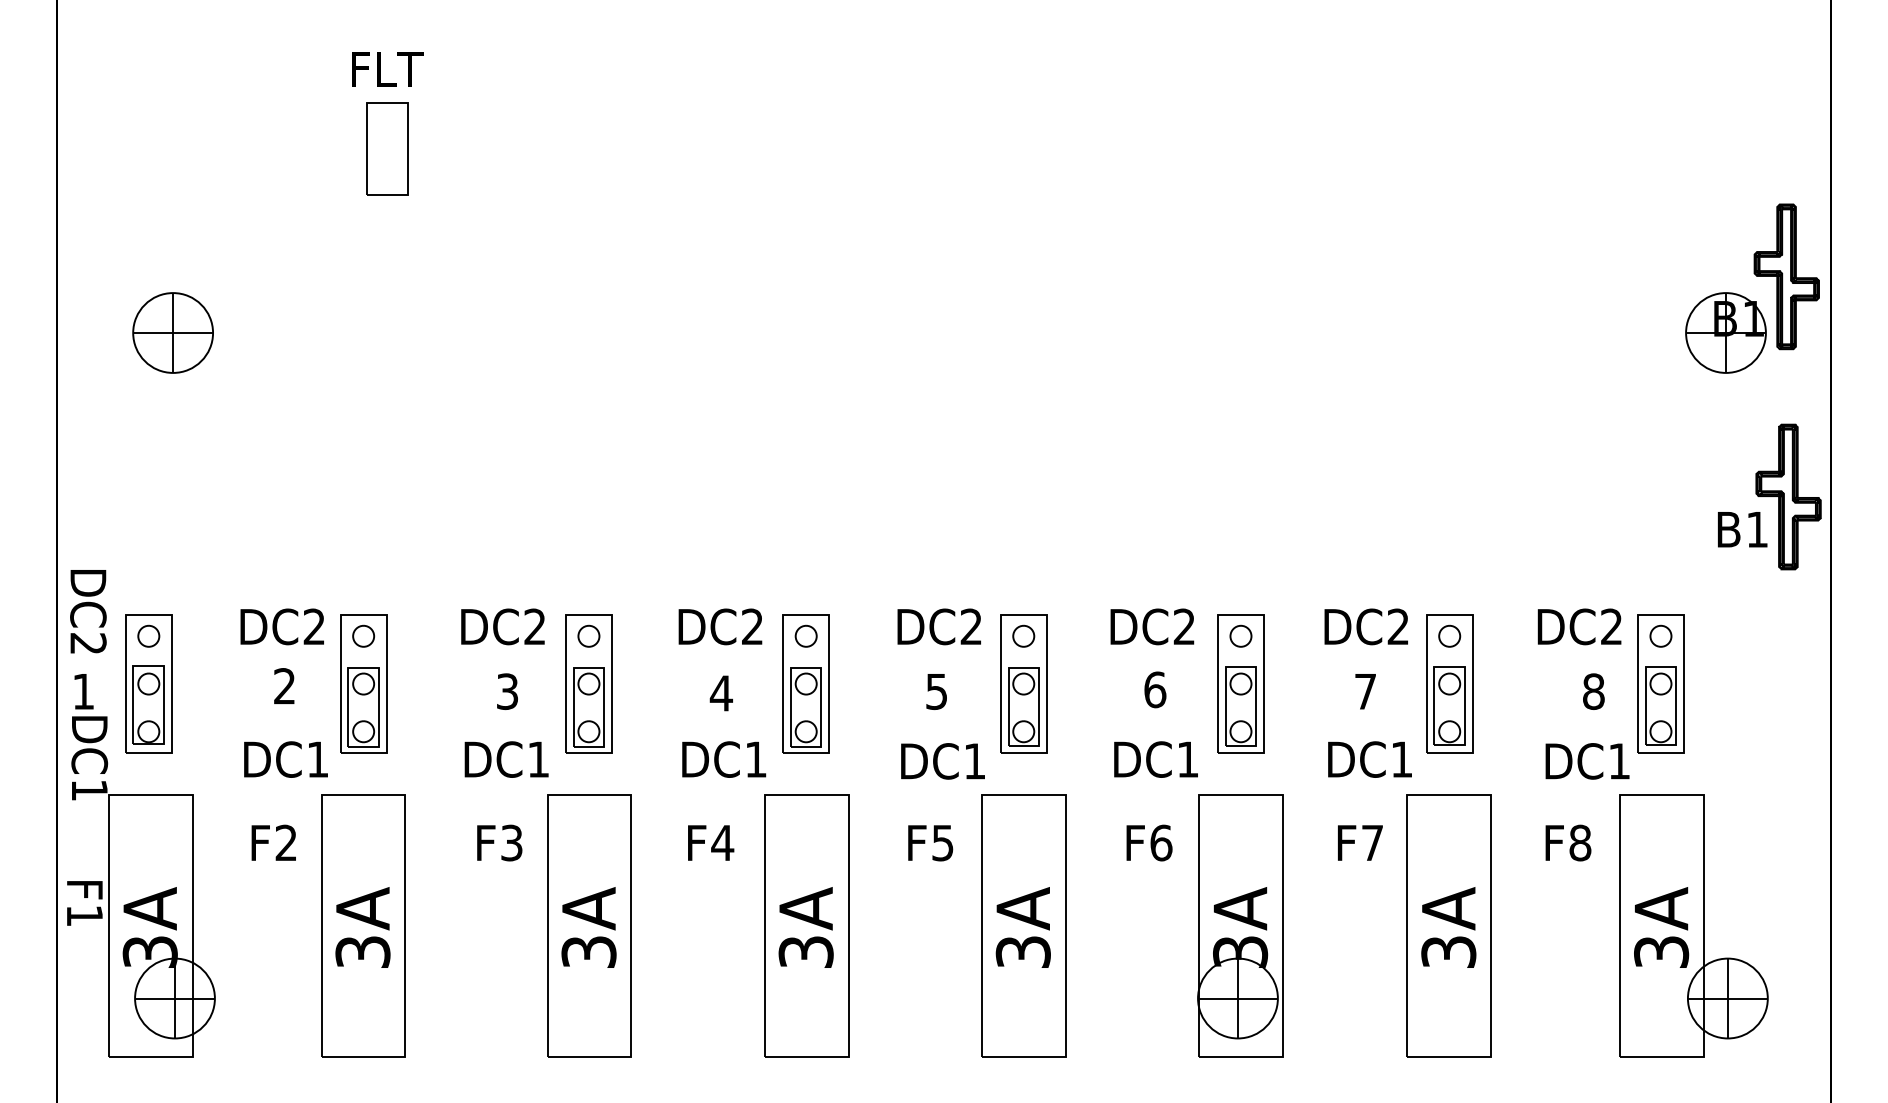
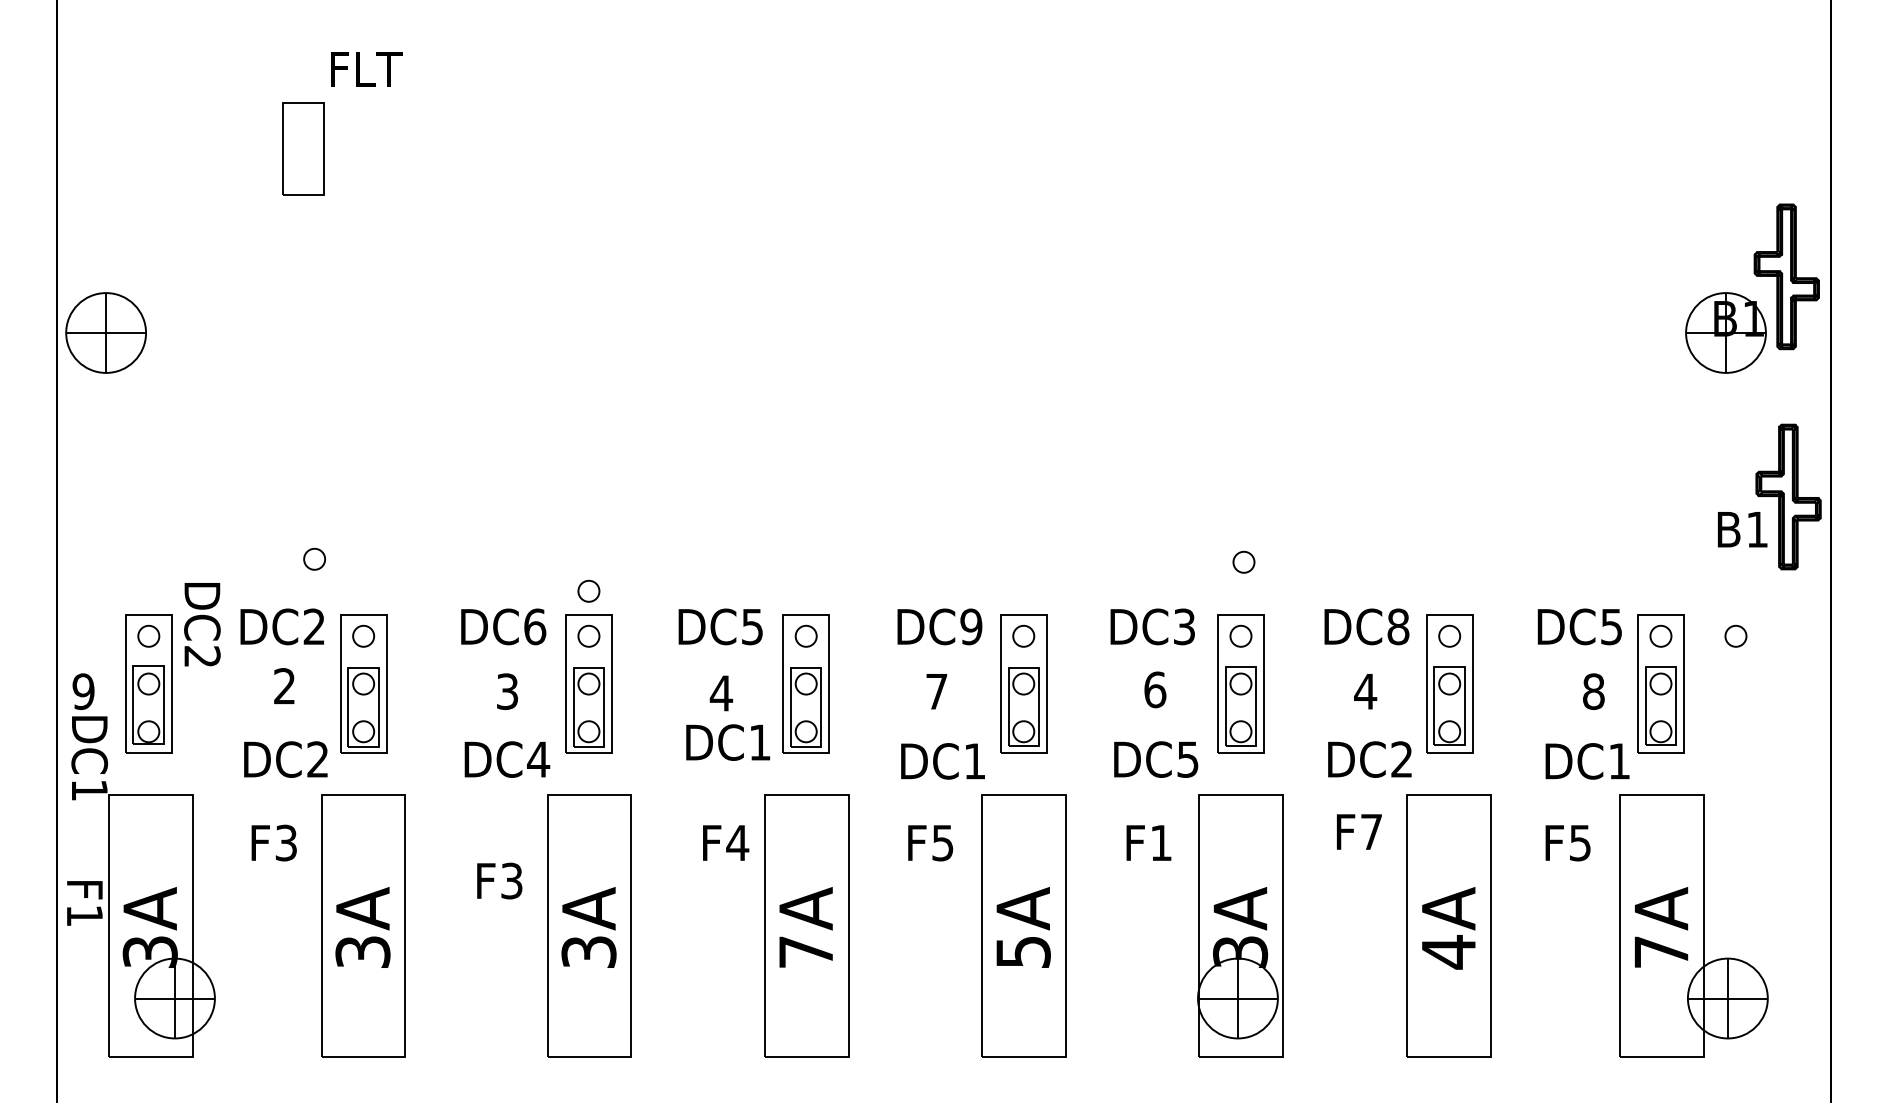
text at (387, 69) position: (387, 69) -> (366, 69)
part at (387, 148) position: (387, 148) -> (303, 148)
part at (172, 332) position: (172, 332) -> (105, 332)
part at (314, 558): none -> present
part at (1243, 561): none -> present
part at (588, 590): none -> present
text at (88, 611) position: (88, 611) -> (202, 624)
text at (535, 626): DC2 -> DC6
text at (752, 626): DC2 -> DC5
text at (971, 626): DC2 -> DC9
text at (1183, 626): DC2 -> DC3
text at (1398, 626): DC2 -> DC8
text at (1611, 626): DC2 -> DC5
part at (1735, 635): none -> present
text at (83, 691): 1 -> 9
text at (1365, 691): 7 -> 4
text at (936, 692): 5 -> 7
text at (317, 759): DC1 -> DC2
text at (538, 759): DC1 -> DC4
text at (724, 759) position: (724, 759) -> (728, 742)
text at (1187, 759): DC1 -> DC5
text at (1401, 759): DC1 -> DC2
text at (499, 842) position: (499, 842) -> (499, 880)
text at (711, 842) position: (711, 842) -> (726, 842)
text at (1161, 842): F6 -> F1
text at (1360, 842) position: (1360, 842) -> (1359, 831)
text at (1580, 842): F8 -> F5
text at (285, 843): F2 -> F3
text at (805, 951): 3A -> 7A
text at (1022, 951): 3A -> 5A
text at (1448, 951): 3A -> 4A
text at (1661, 951): 3A -> 7A
